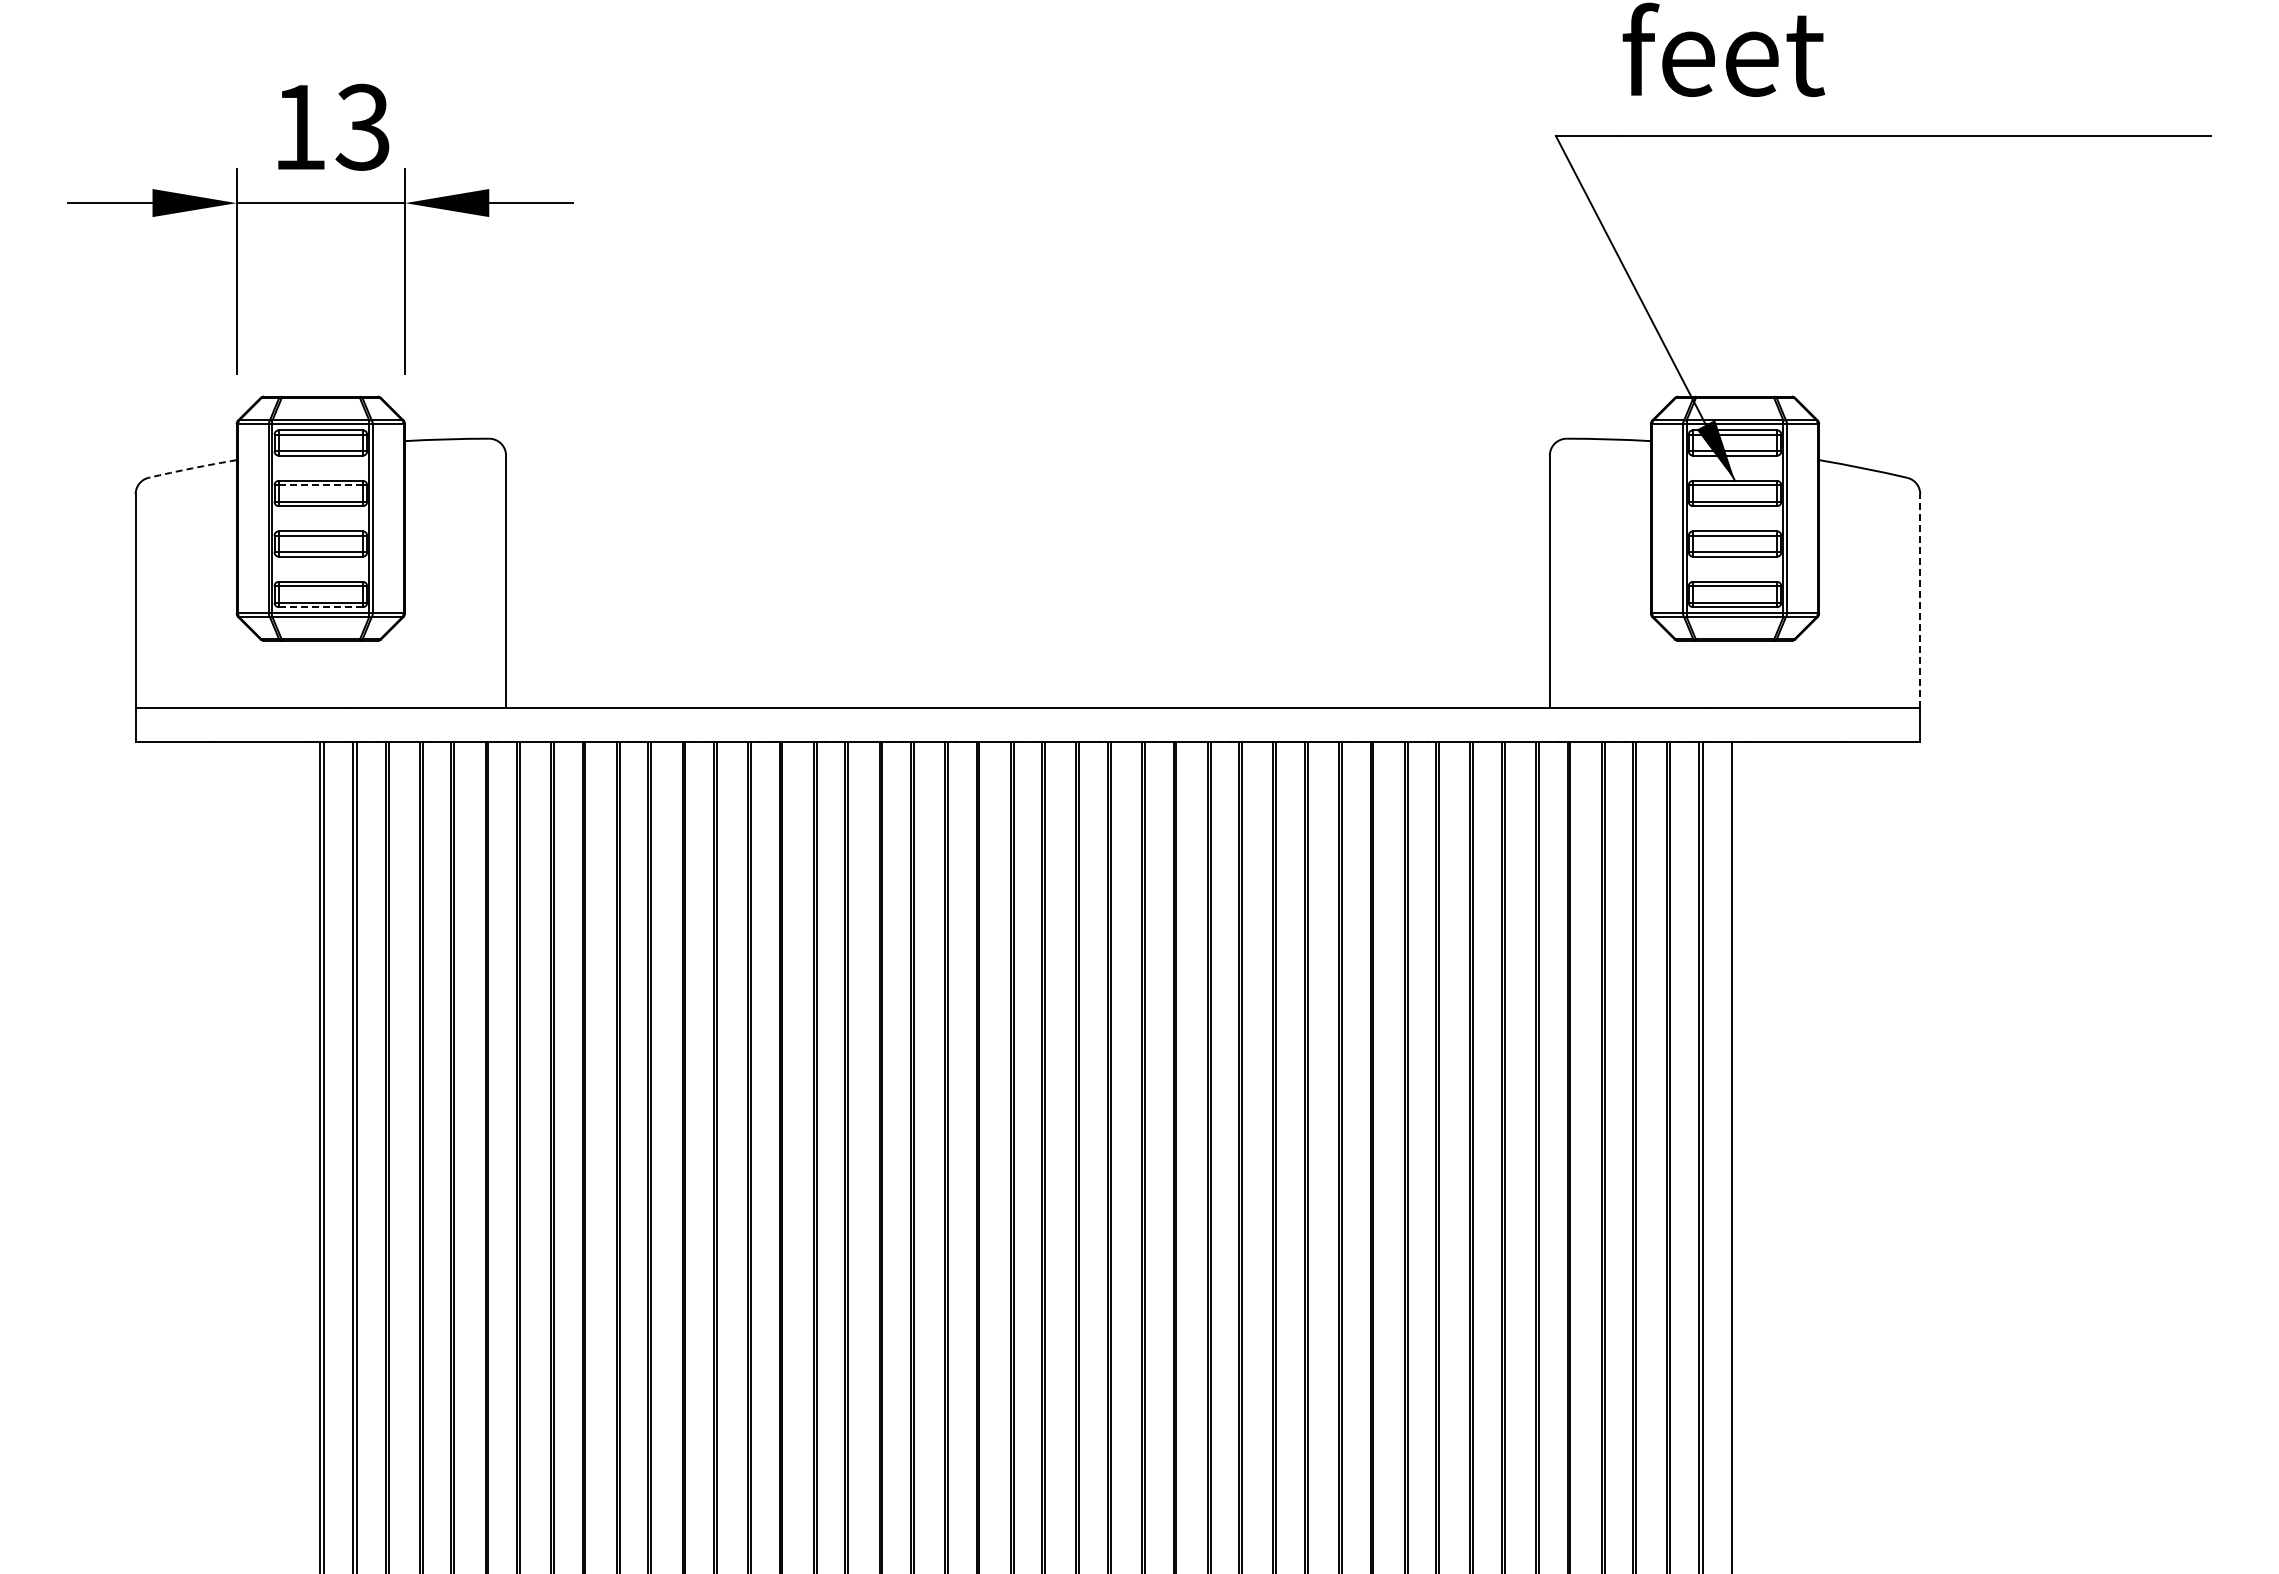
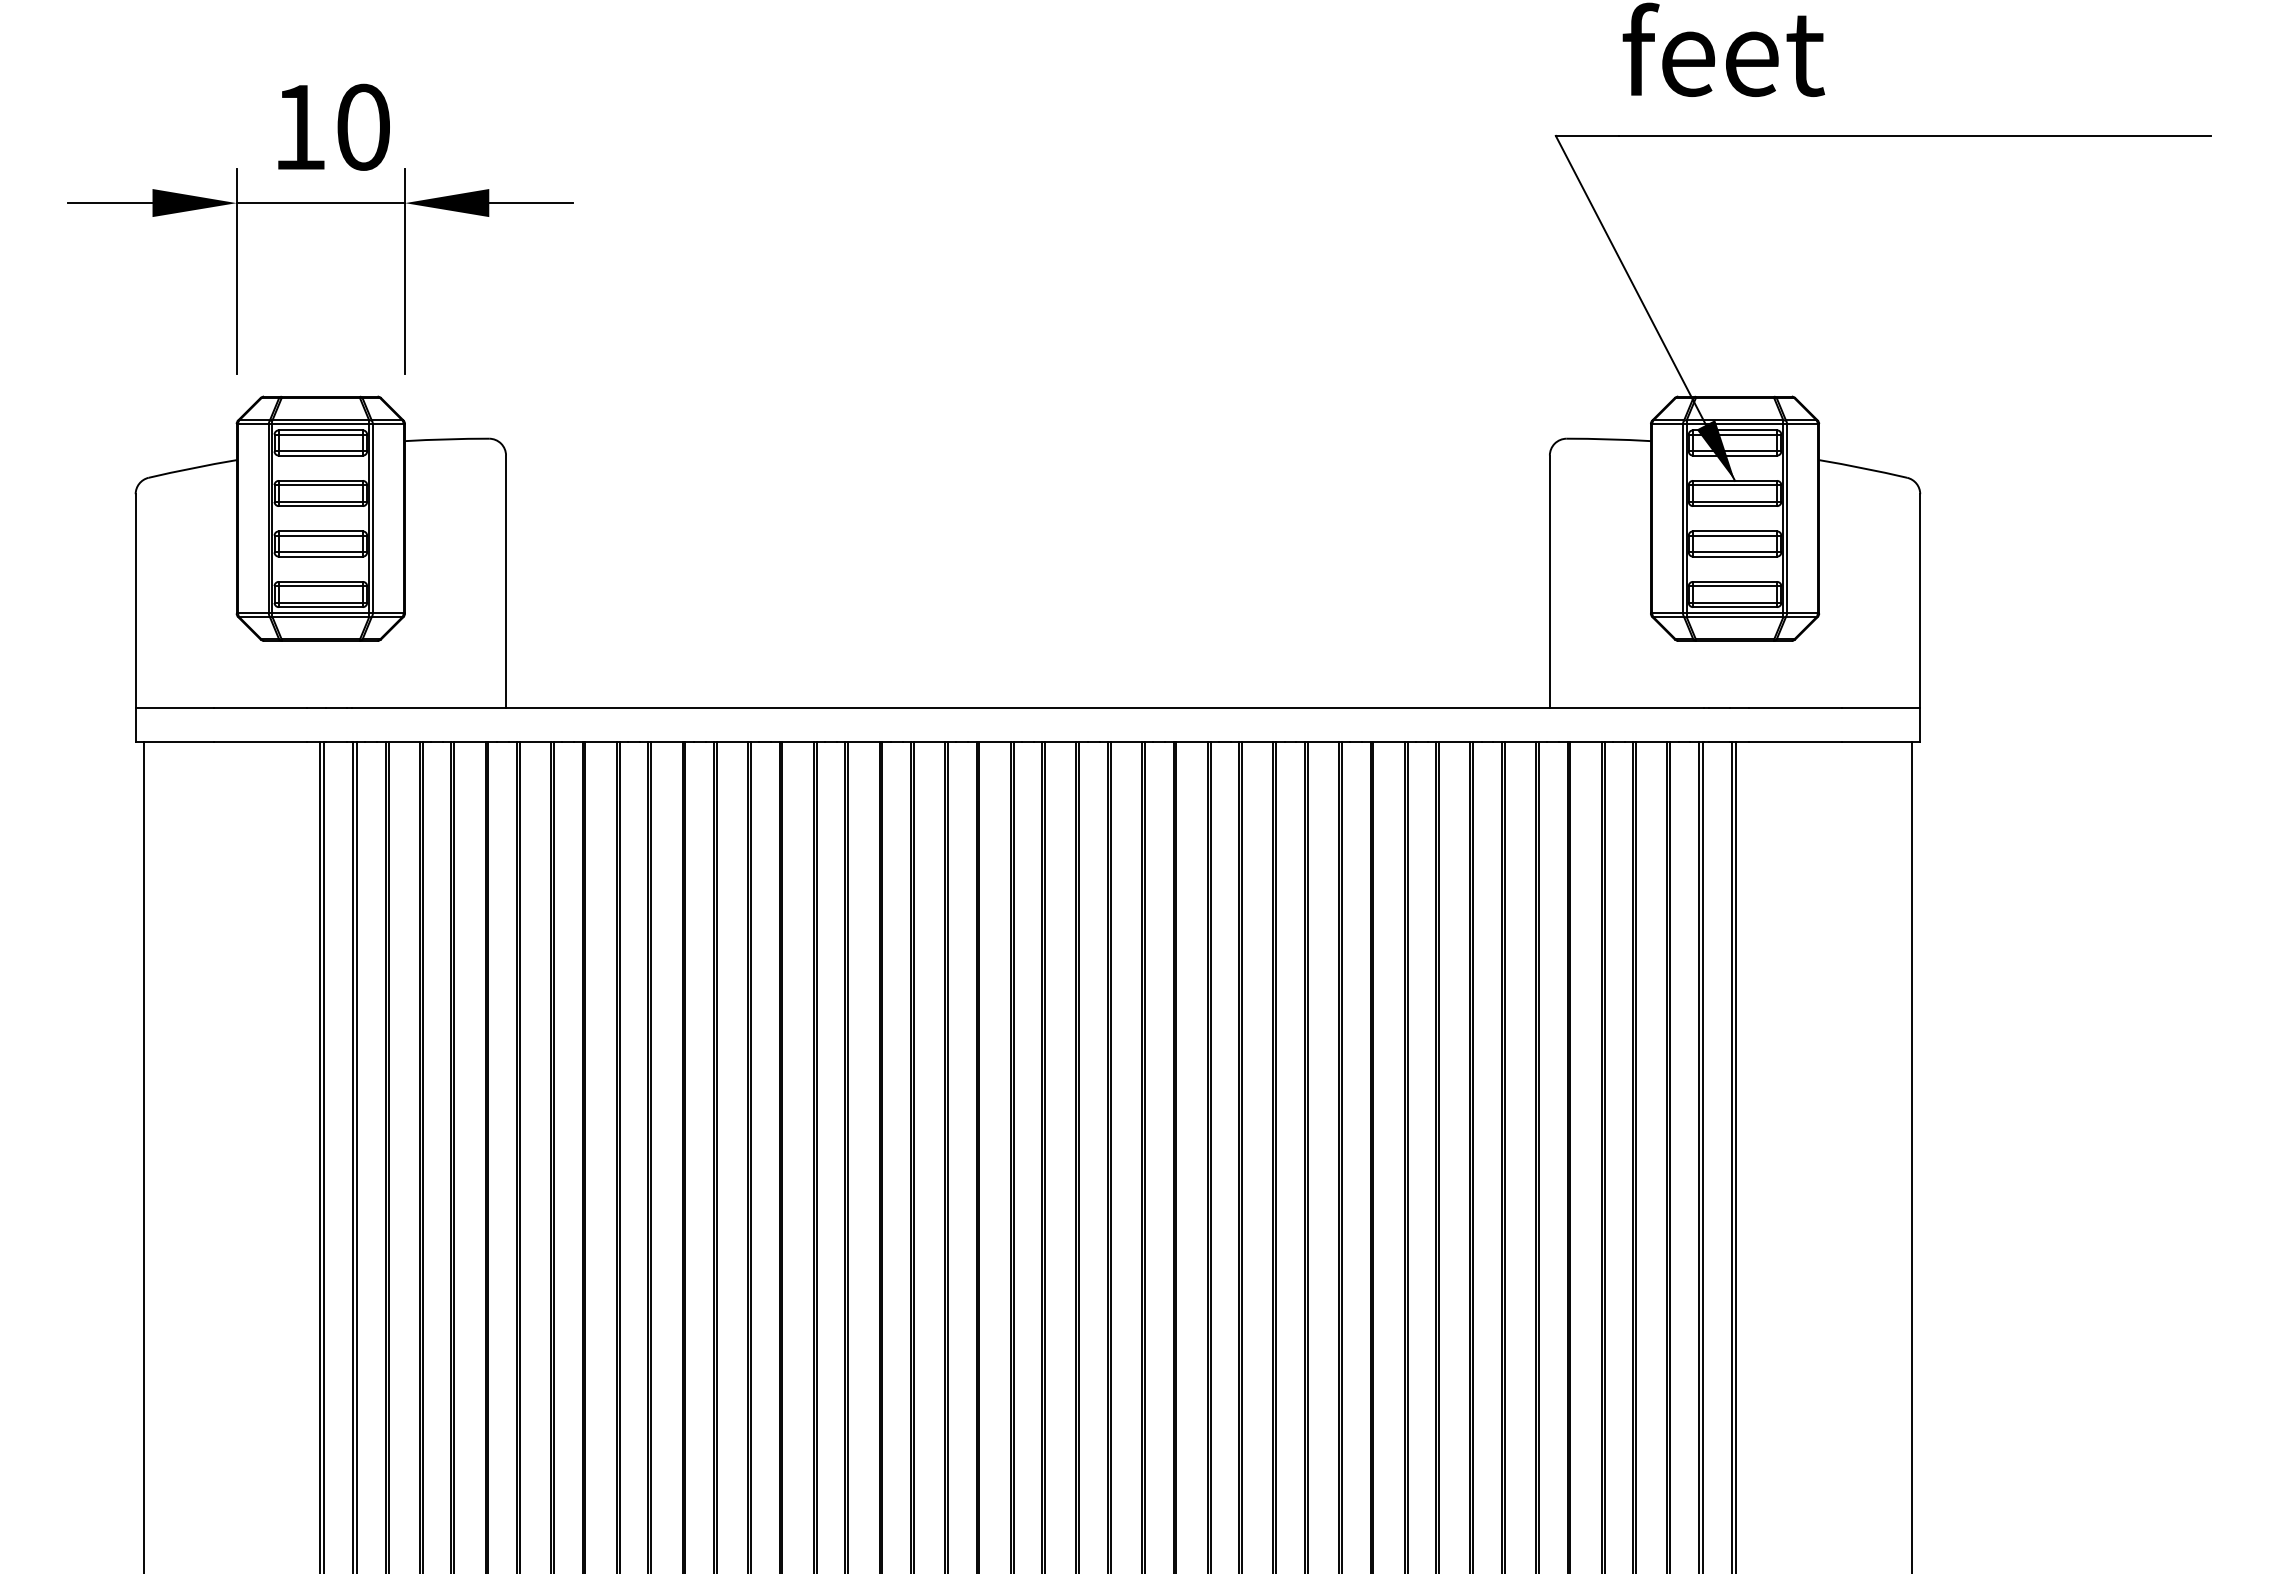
text at (362, 126): 13 -> 10
arc at (192, 468): dashed -> solid
line at (321, 485): dashed -> solid
line at (1920, 601): dashed -> solid
line at (320, 607): dashed -> solid
line at (144, 1155): none -> present
line at (1735, 1155): none -> present
line at (1911, 1155): none -> present
